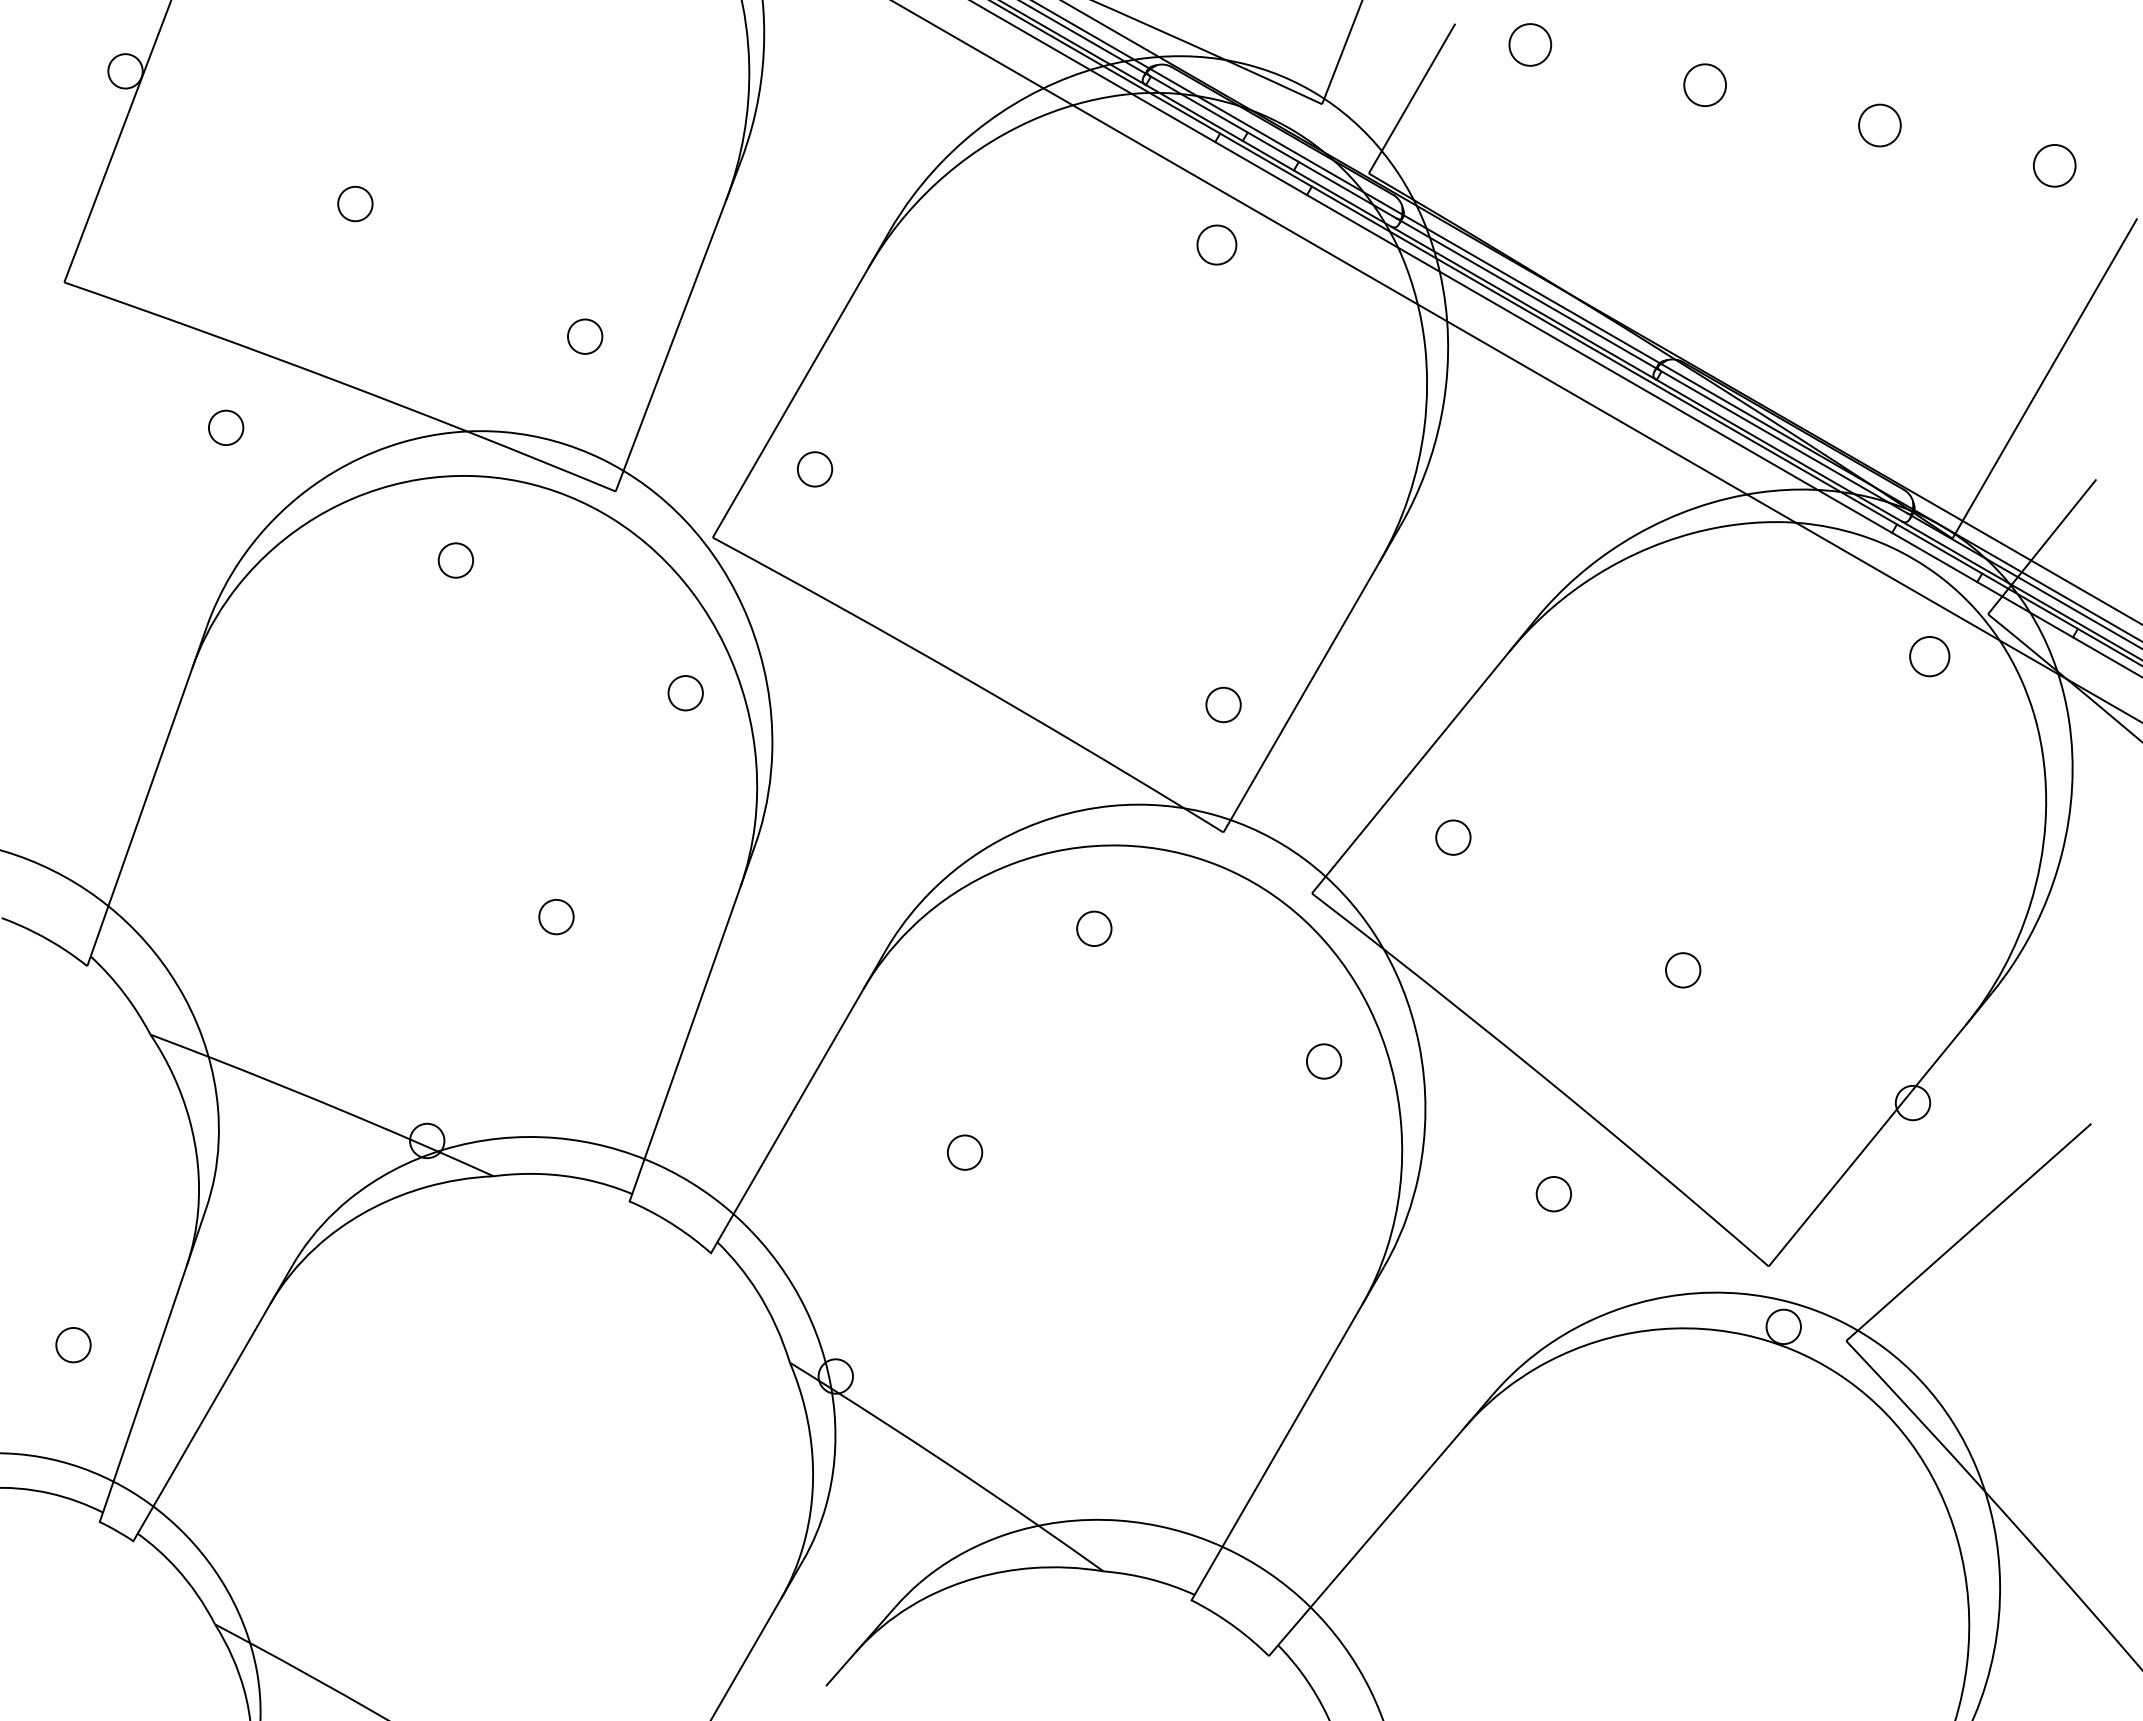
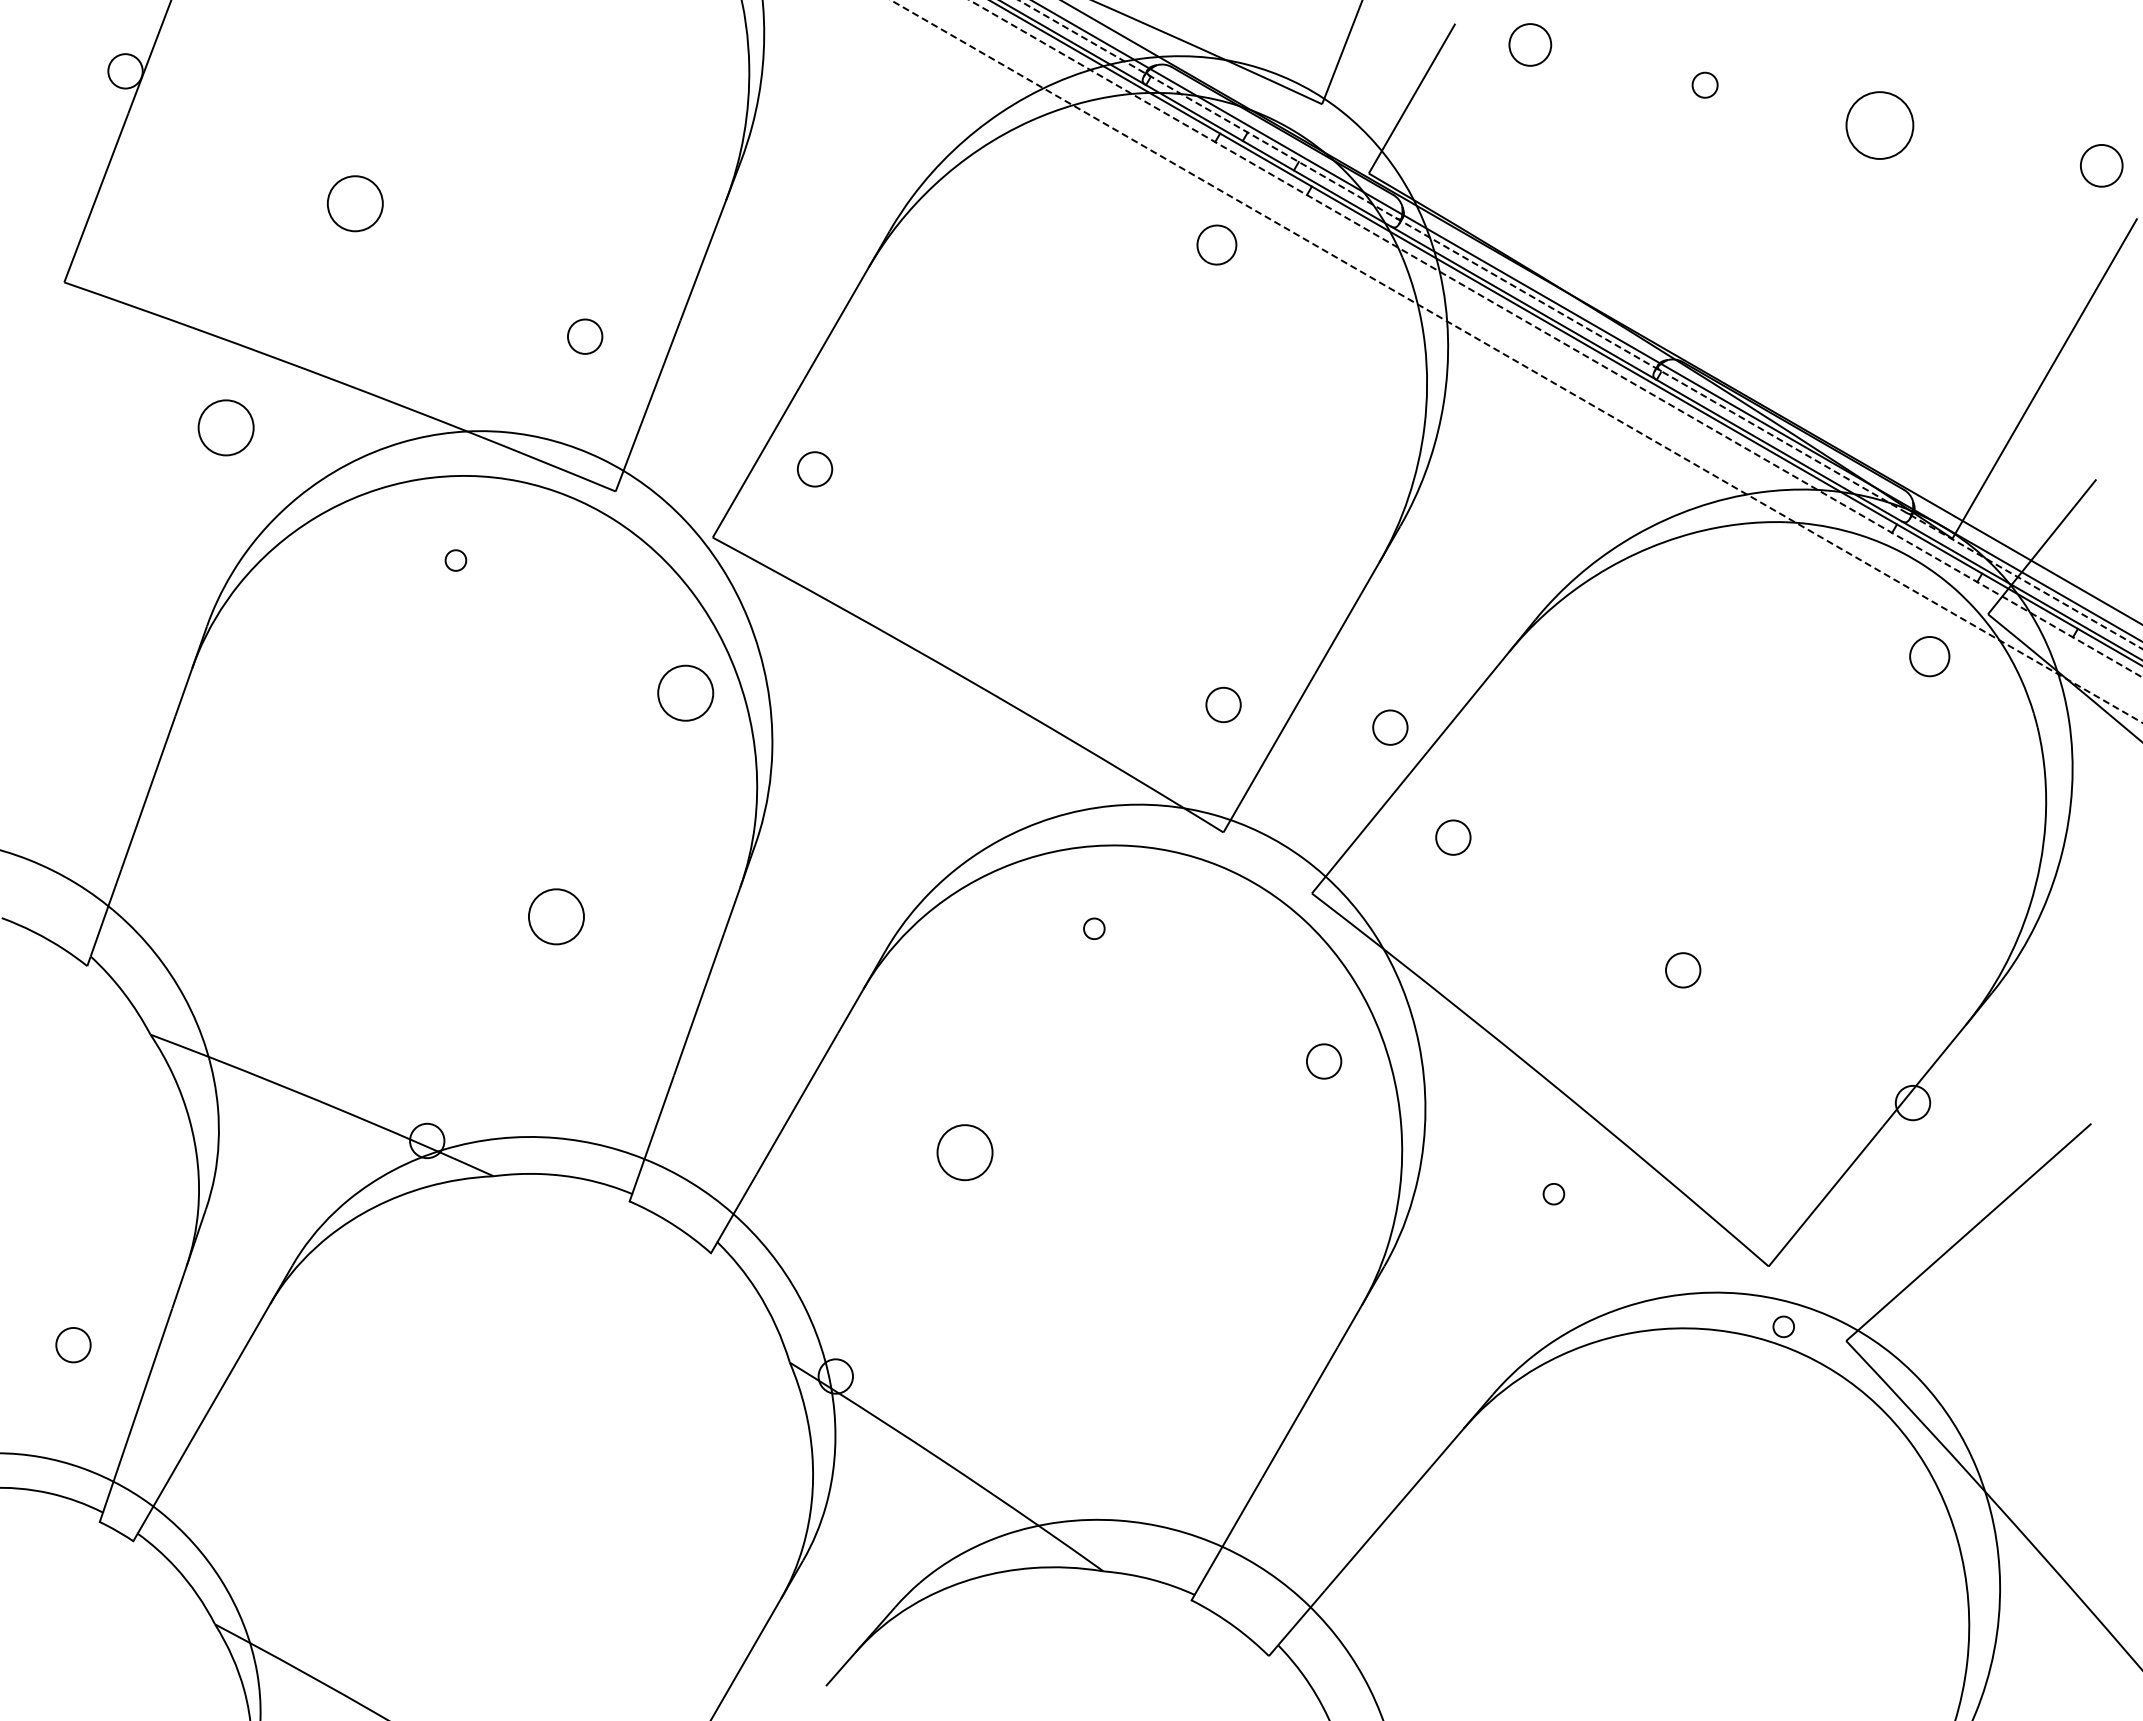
circle at (1705, 85) diameter: 42 px -> 25 px
circle at (1879, 125) diameter: 42 px -> 67 px
circle at (2054, 165) position: (2054, 165) -> (2101, 165)
circle at (355, 204) size: 37x37 px -> 58x58 px
line at (1580, 324): solid -> dashed
line at (1556, 339): solid -> dashed
line at (1516, 361): solid -> dashed
circle at (225, 427) diameter: 34 px -> 55 px
circle at (455, 560) diameter: 34 px -> 21 px
circle at (685, 693) diameter: 34 px -> 55 px
circle at (1390, 727): none -> present
circle at (556, 917) size: 37x37 px -> 57x58 px
circle at (1094, 928) diameter: 34 px -> 21 px
circle at (964, 1152) diameter: 34 px -> 55 px
circle at (1553, 1194) diameter: 34 px -> 21 px
circle at (1783, 1326) diameter: 34 px -> 21 px
